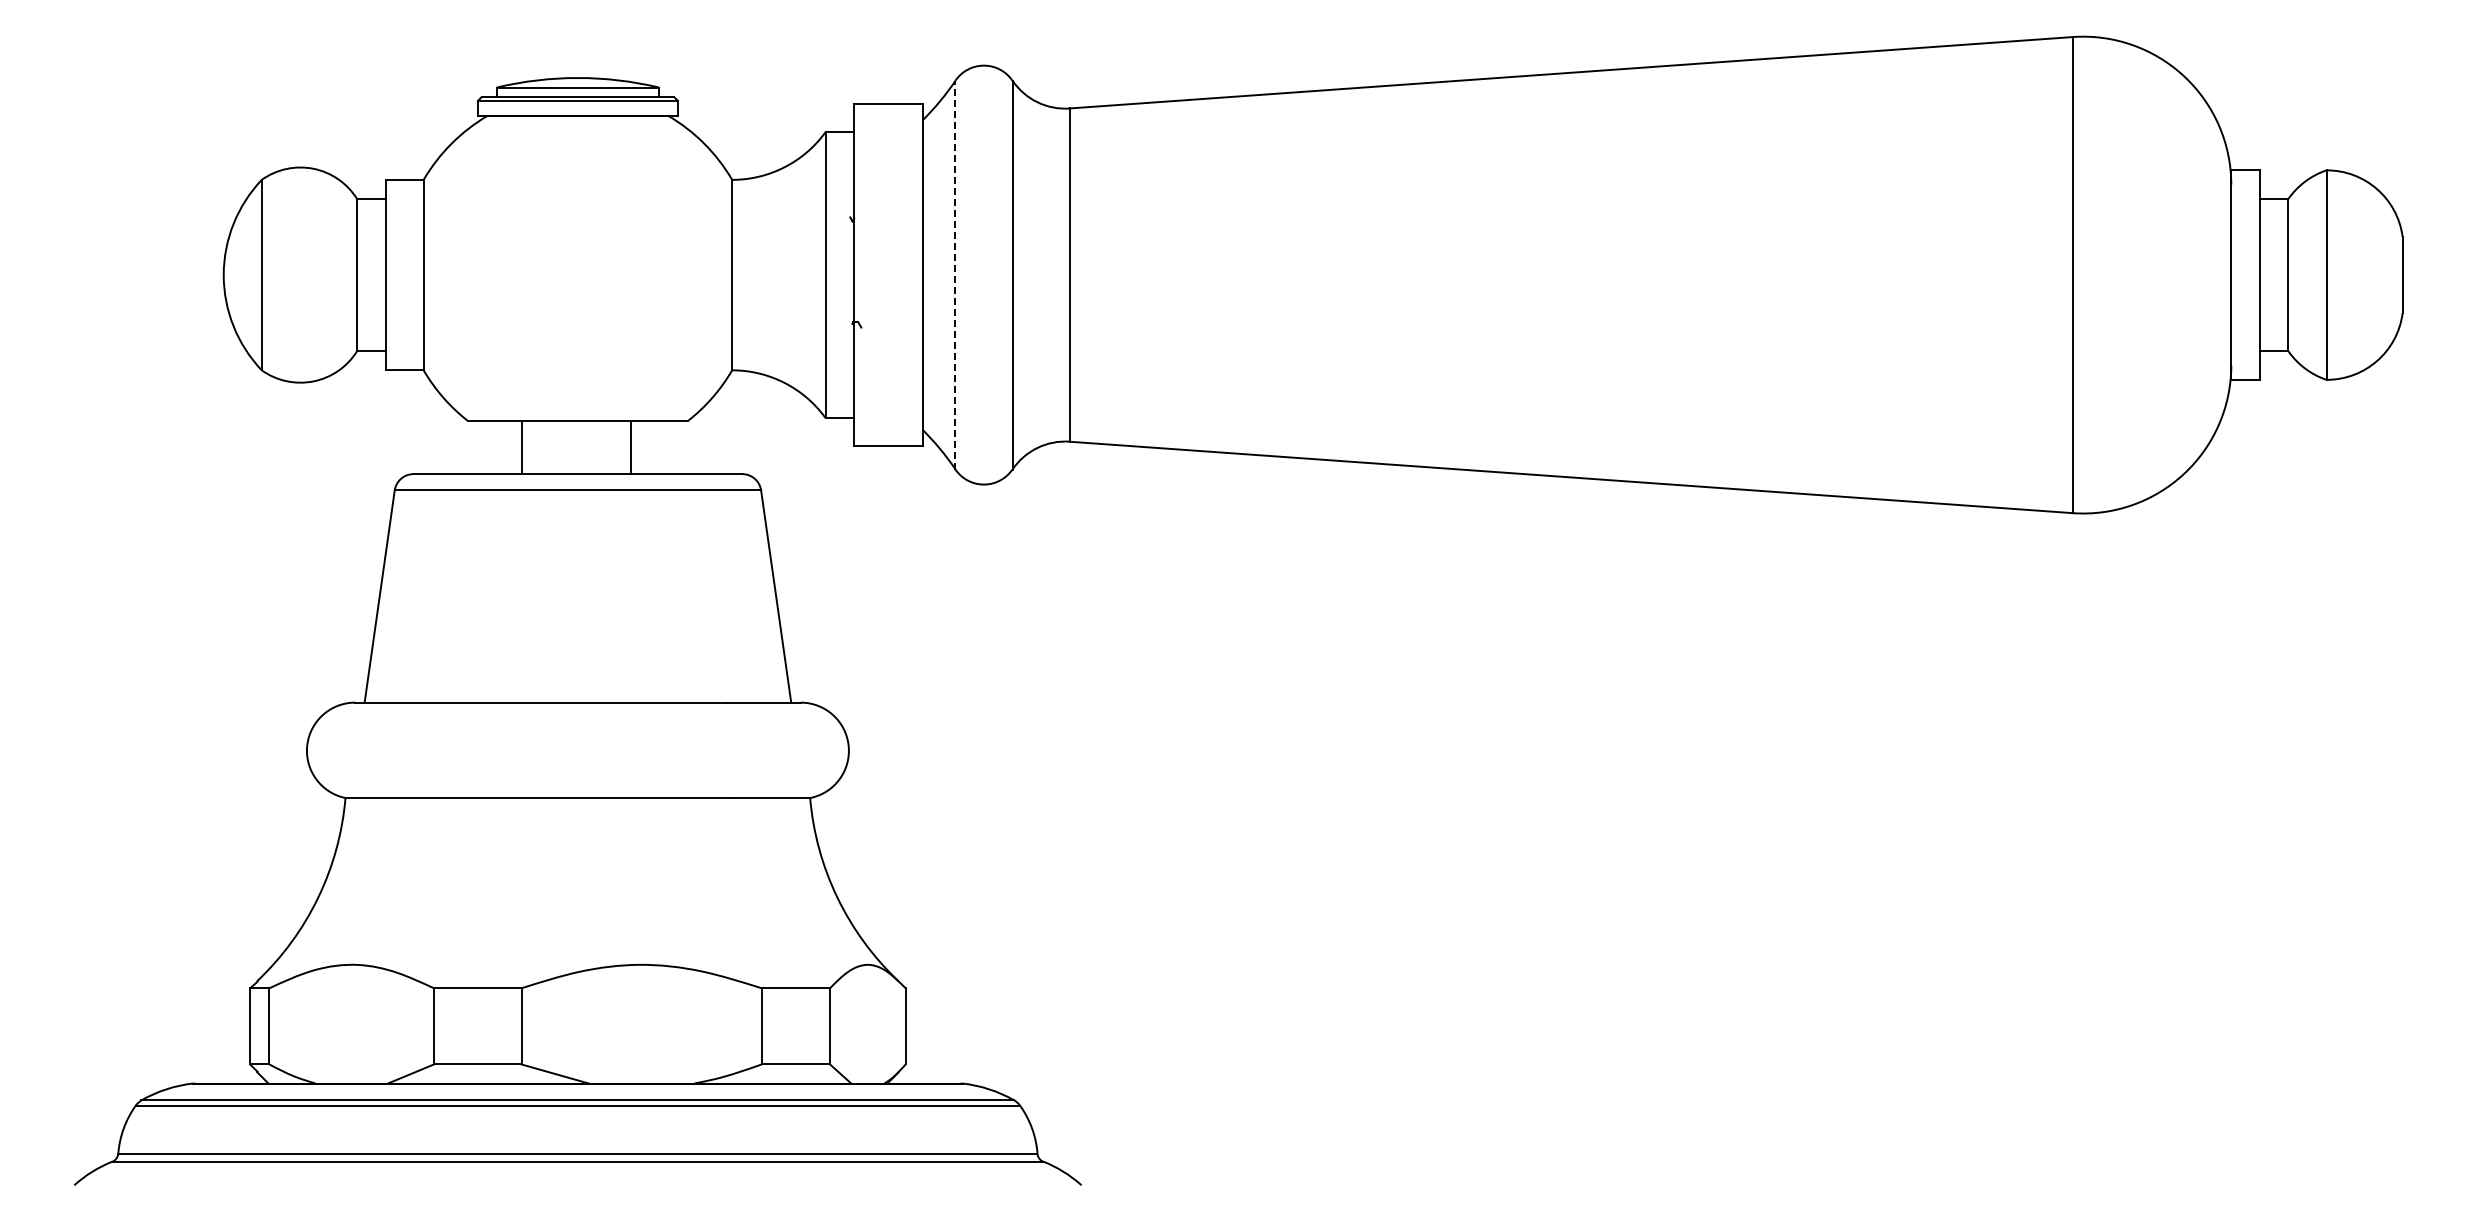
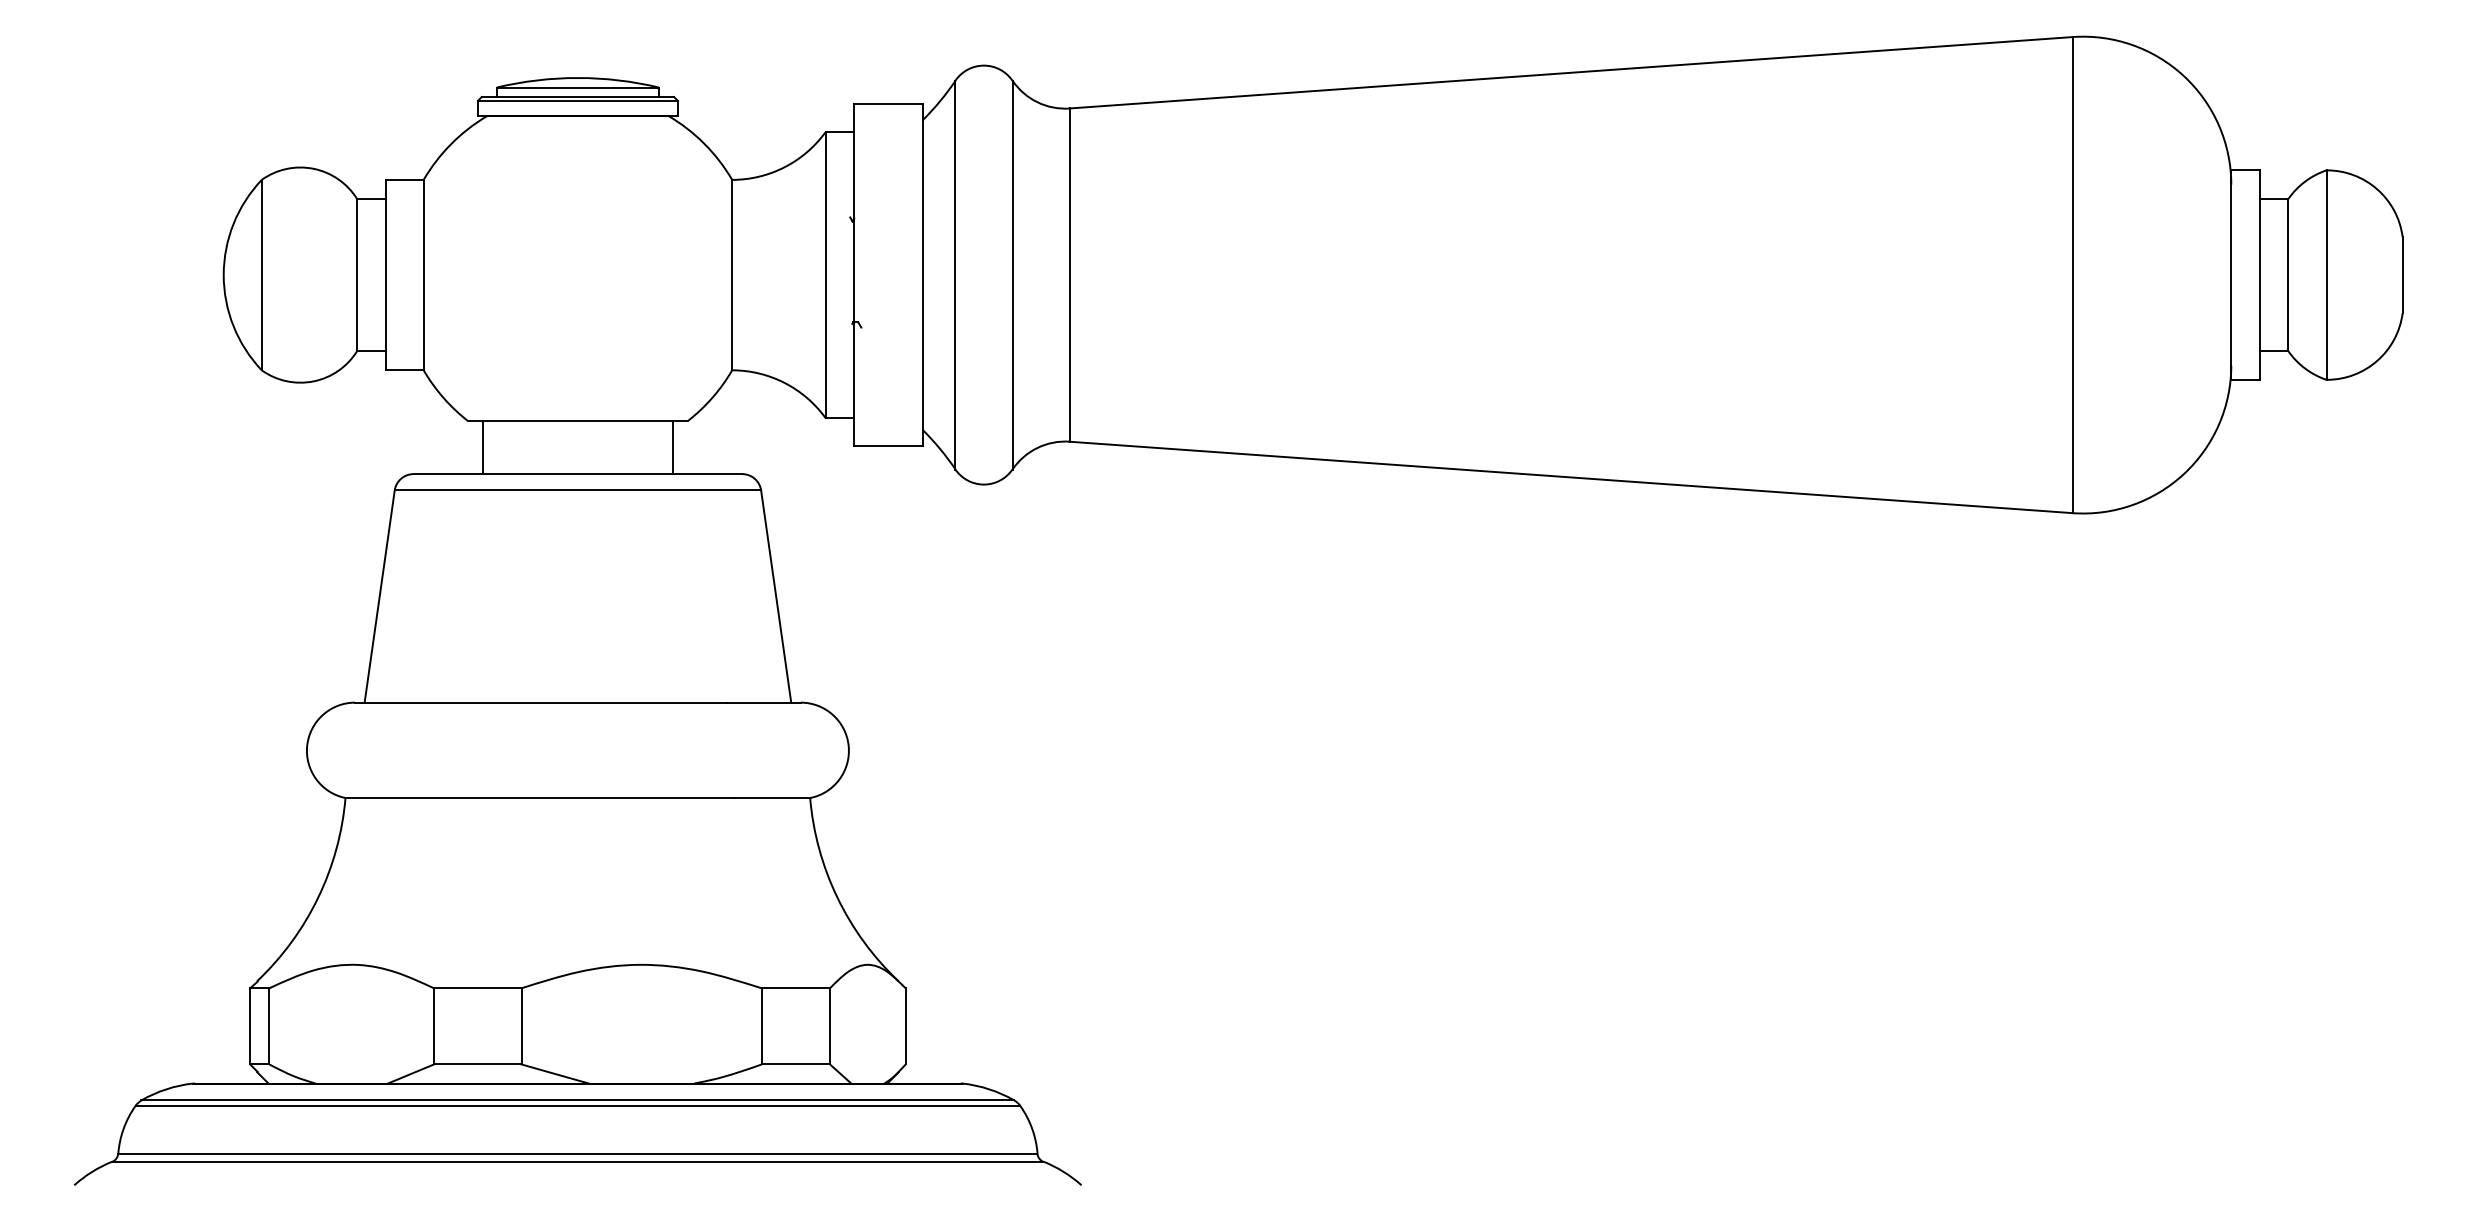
line at (955, 274): dashed -> solid
line at (521, 447) position: (521, 447) -> (482, 447)
line at (631, 447) position: (631, 447) -> (673, 447)
